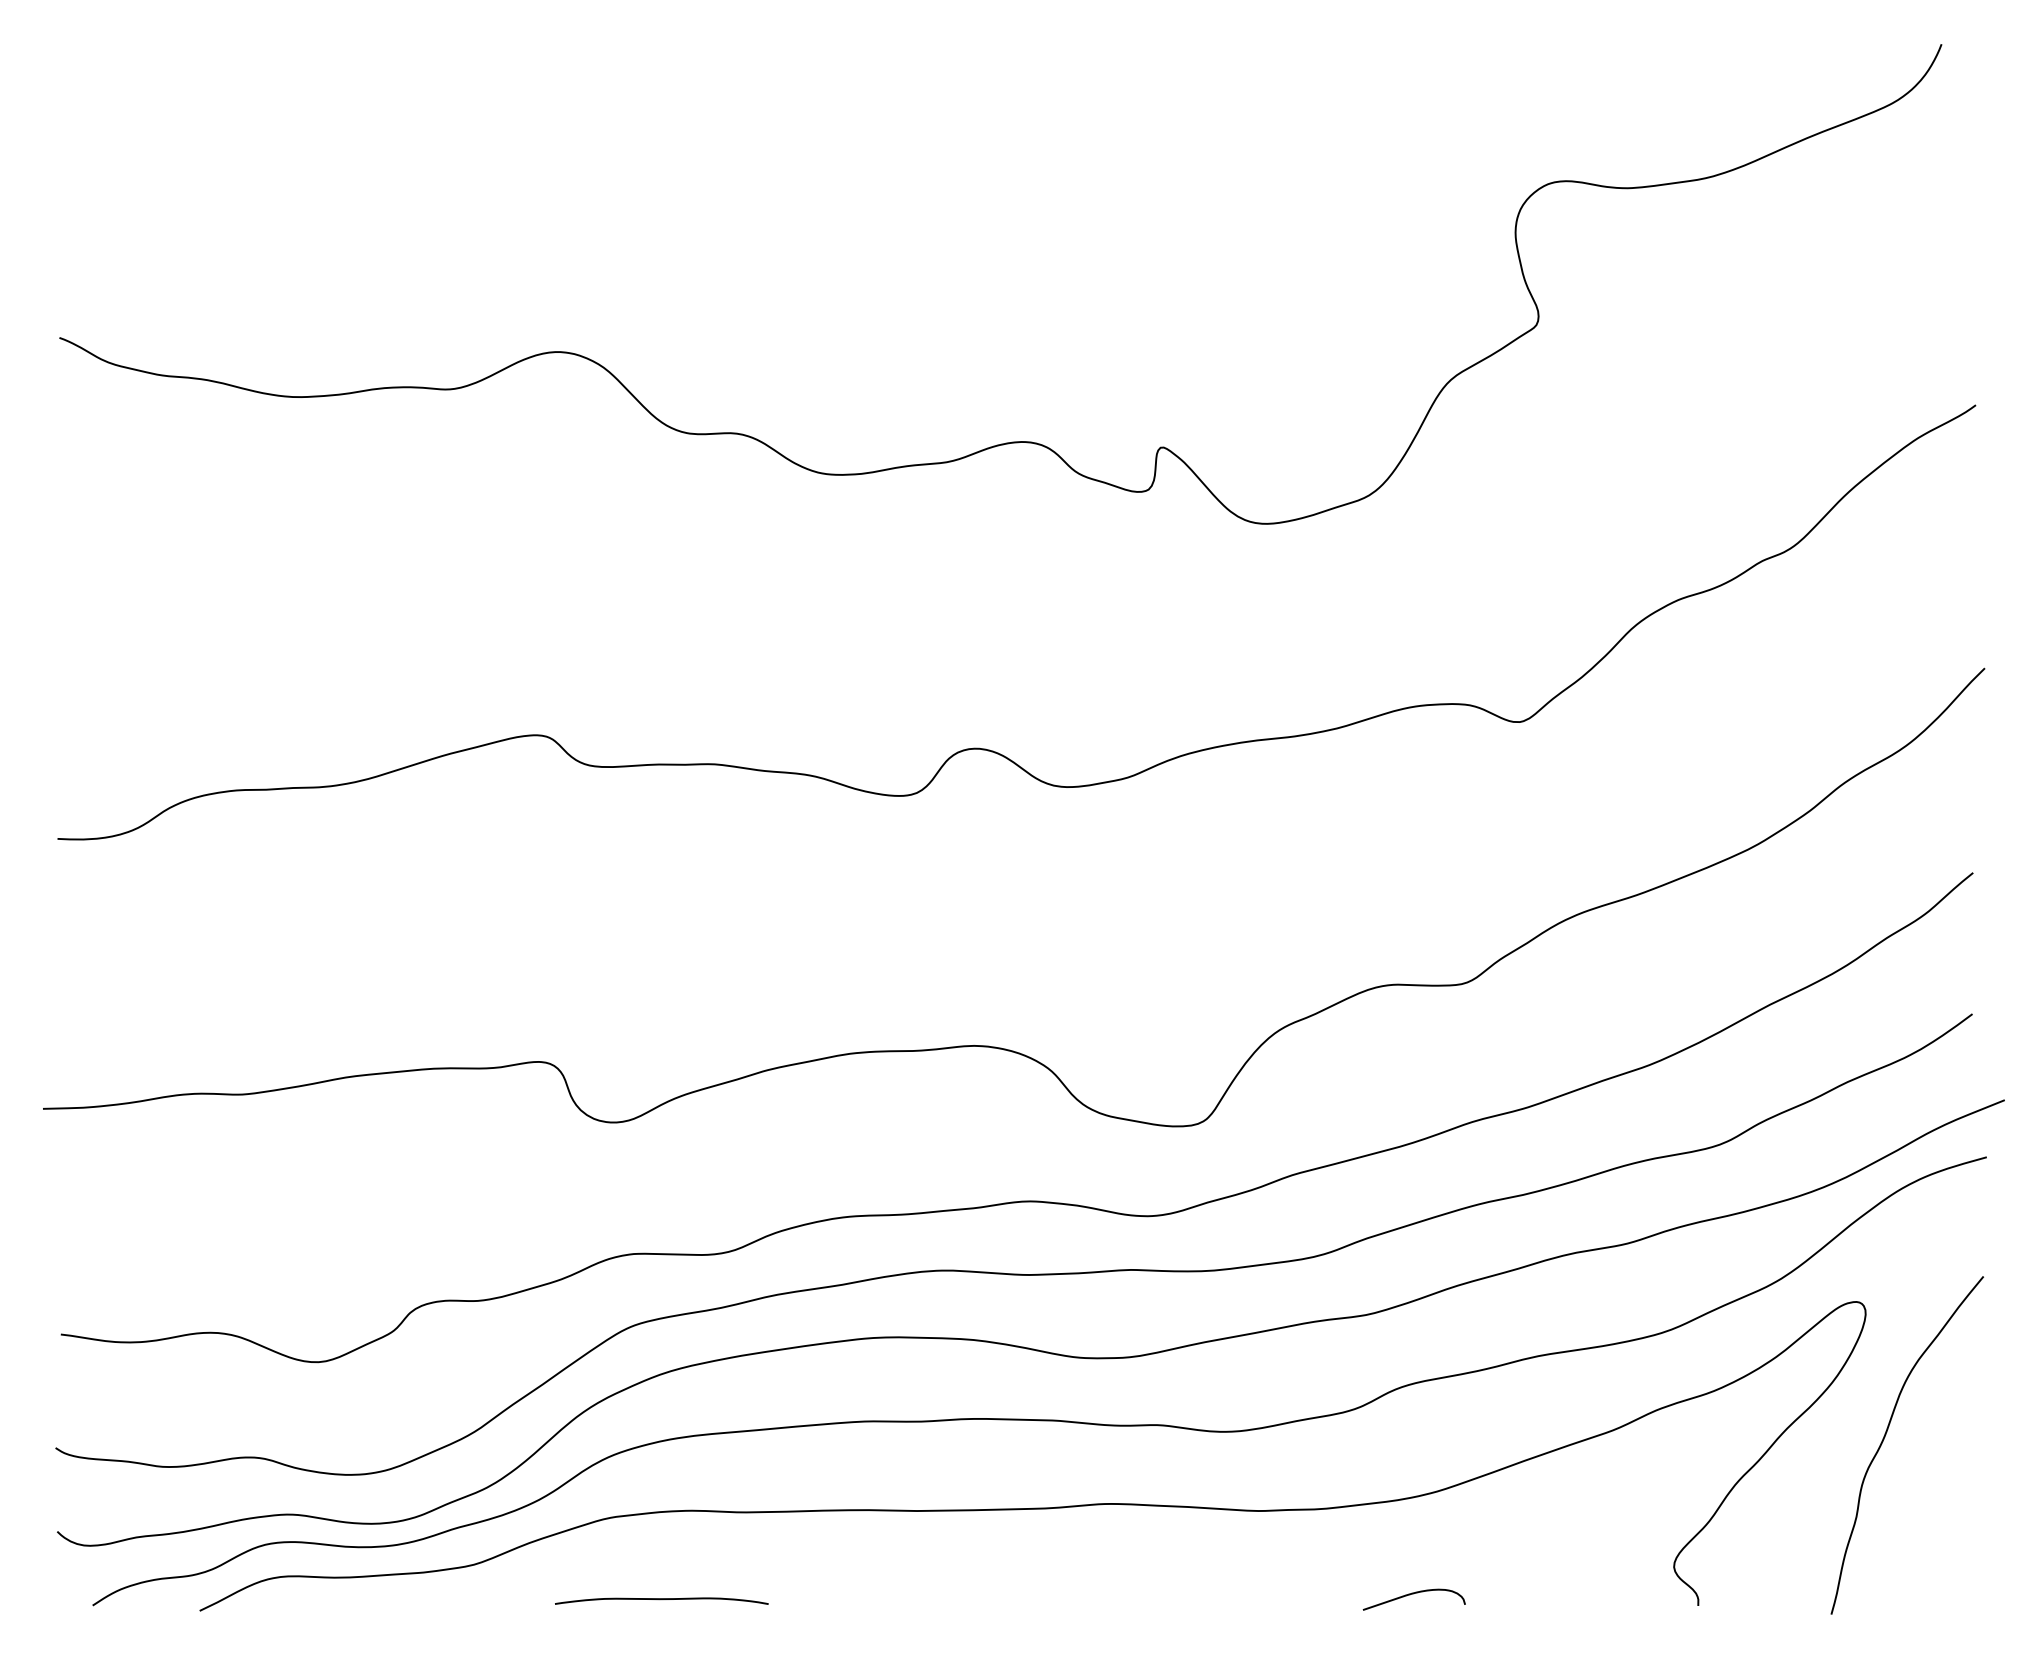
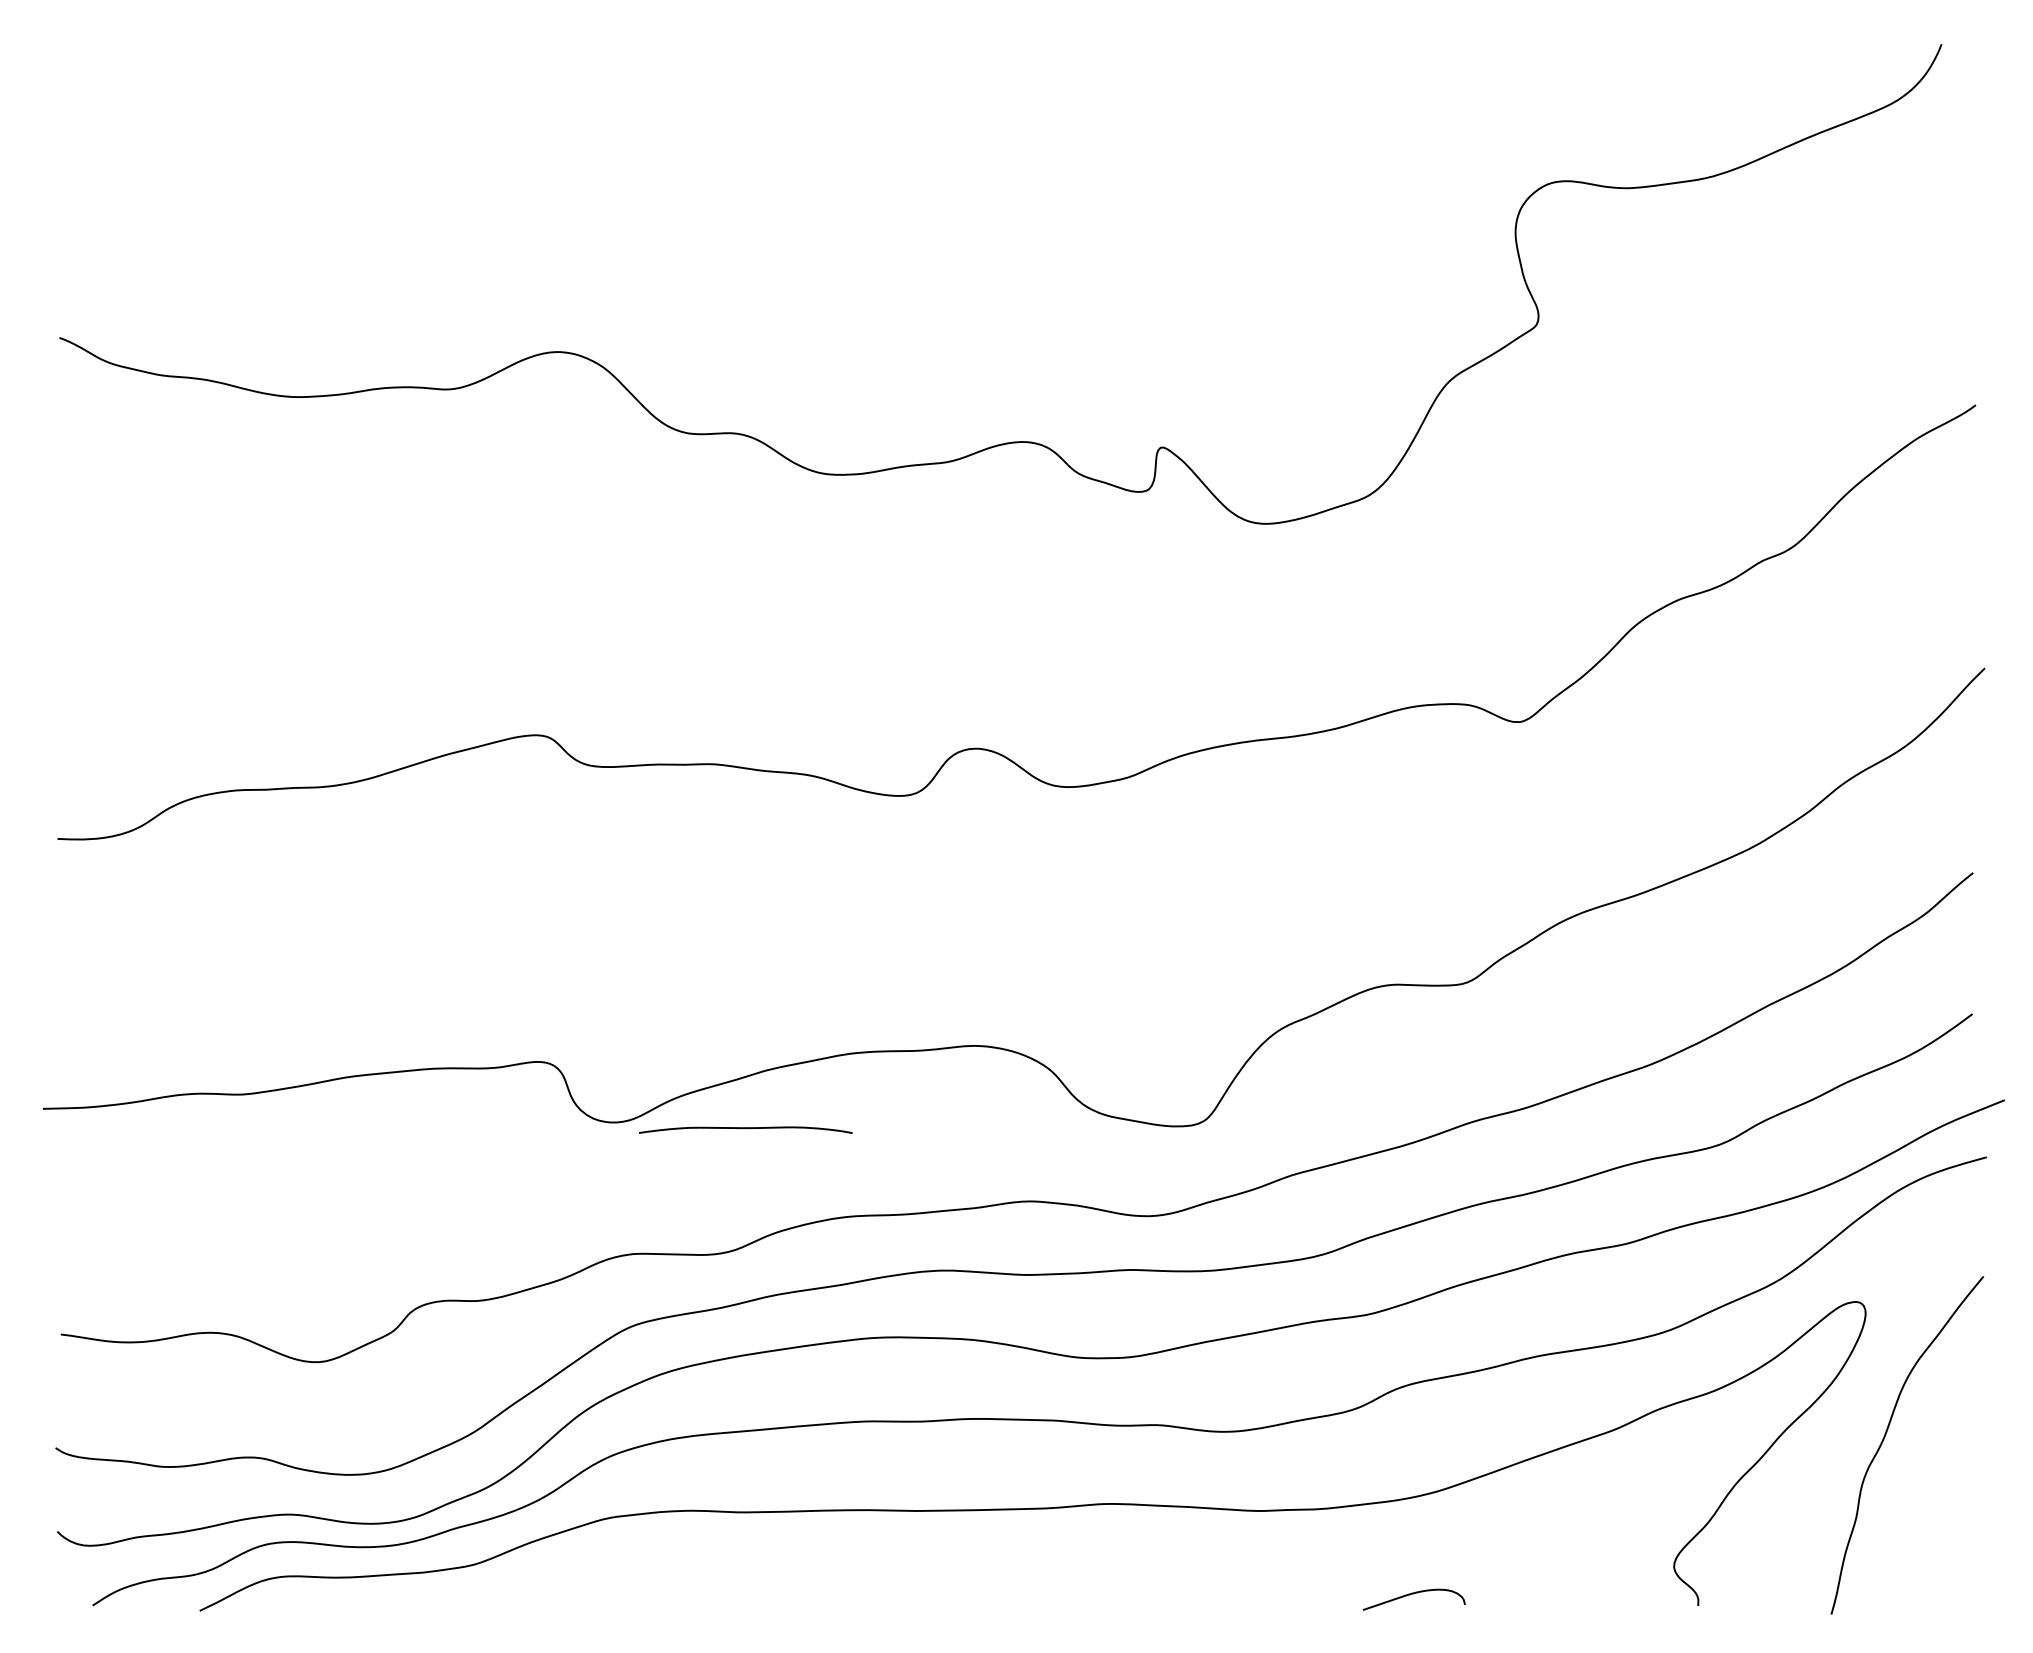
curve at (661, 1600) position: (661, 1600) -> (745, 1129)
